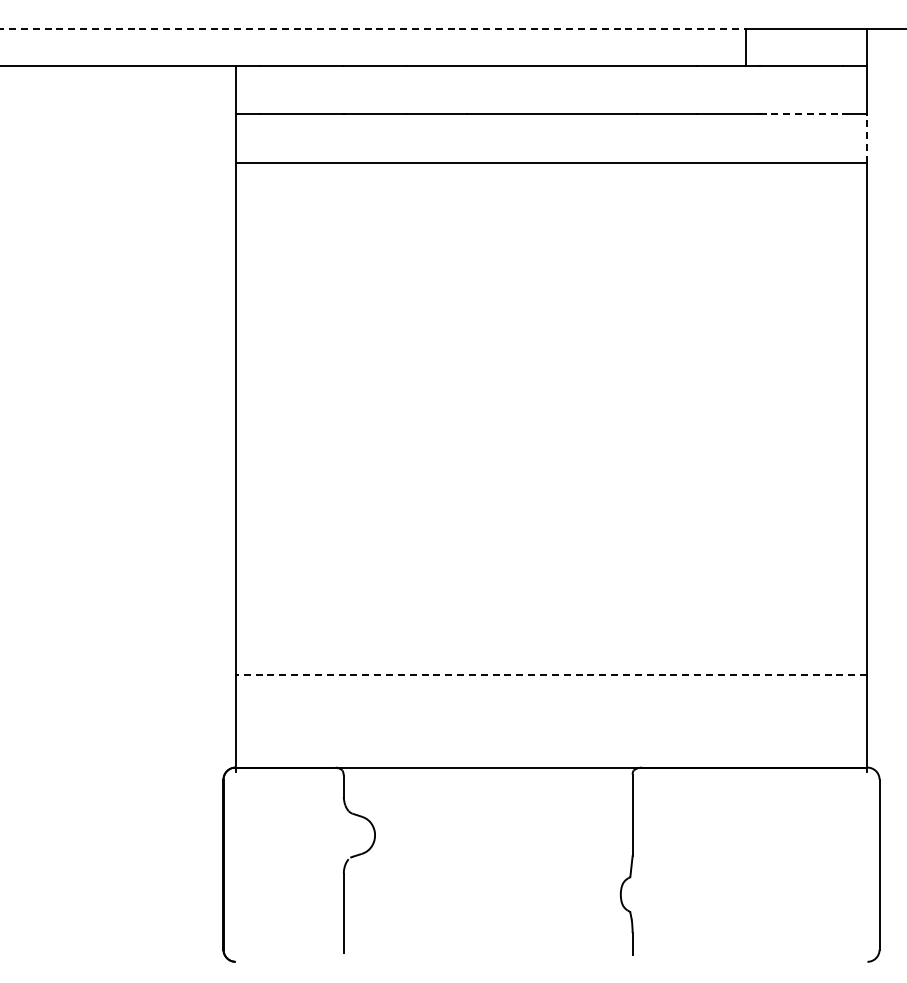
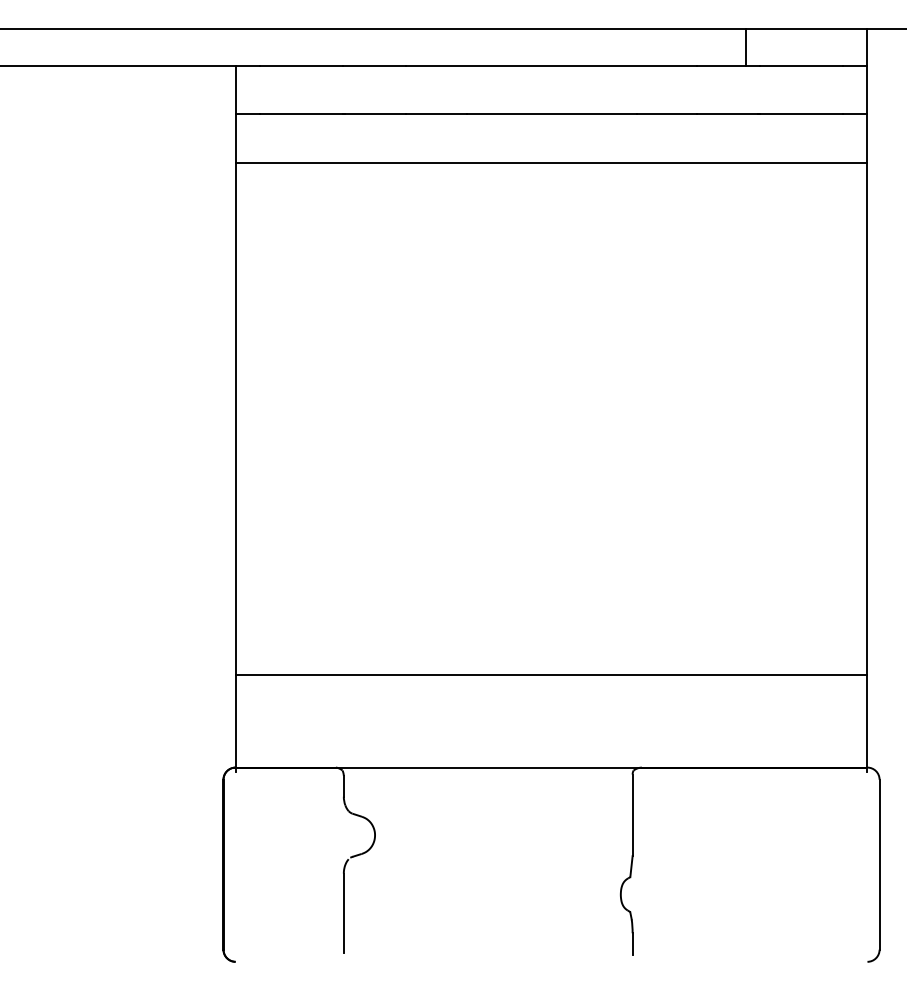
line at (372, 29): dashed -> solid
line at (801, 114): dashed -> solid
line at (867, 138): dashed -> solid
line at (551, 675): dashed -> solid
